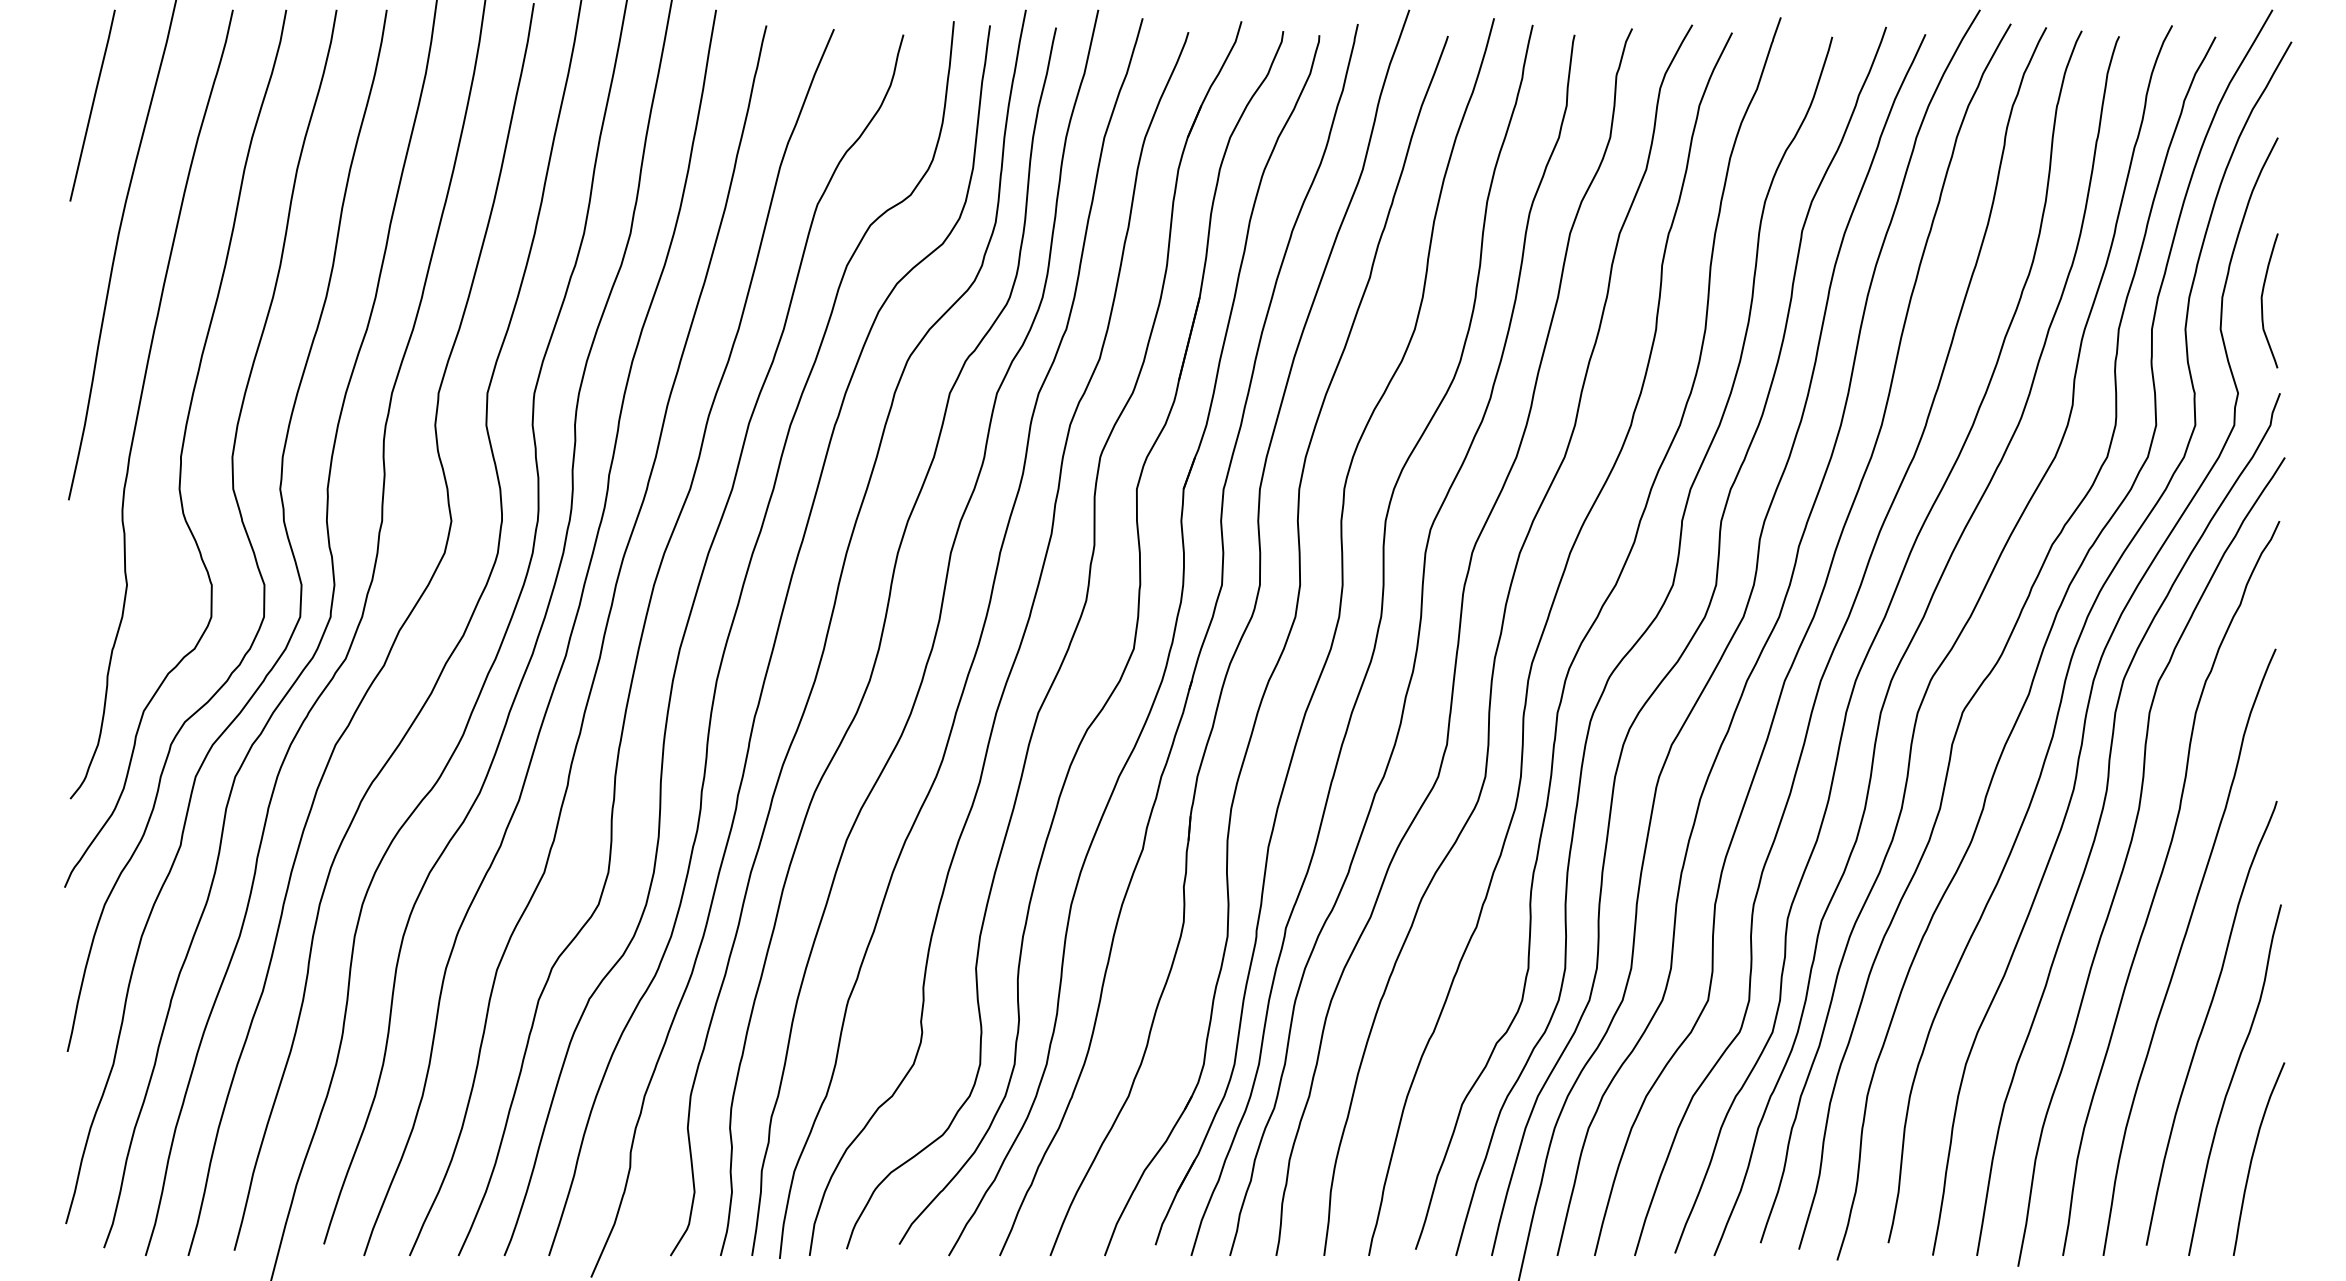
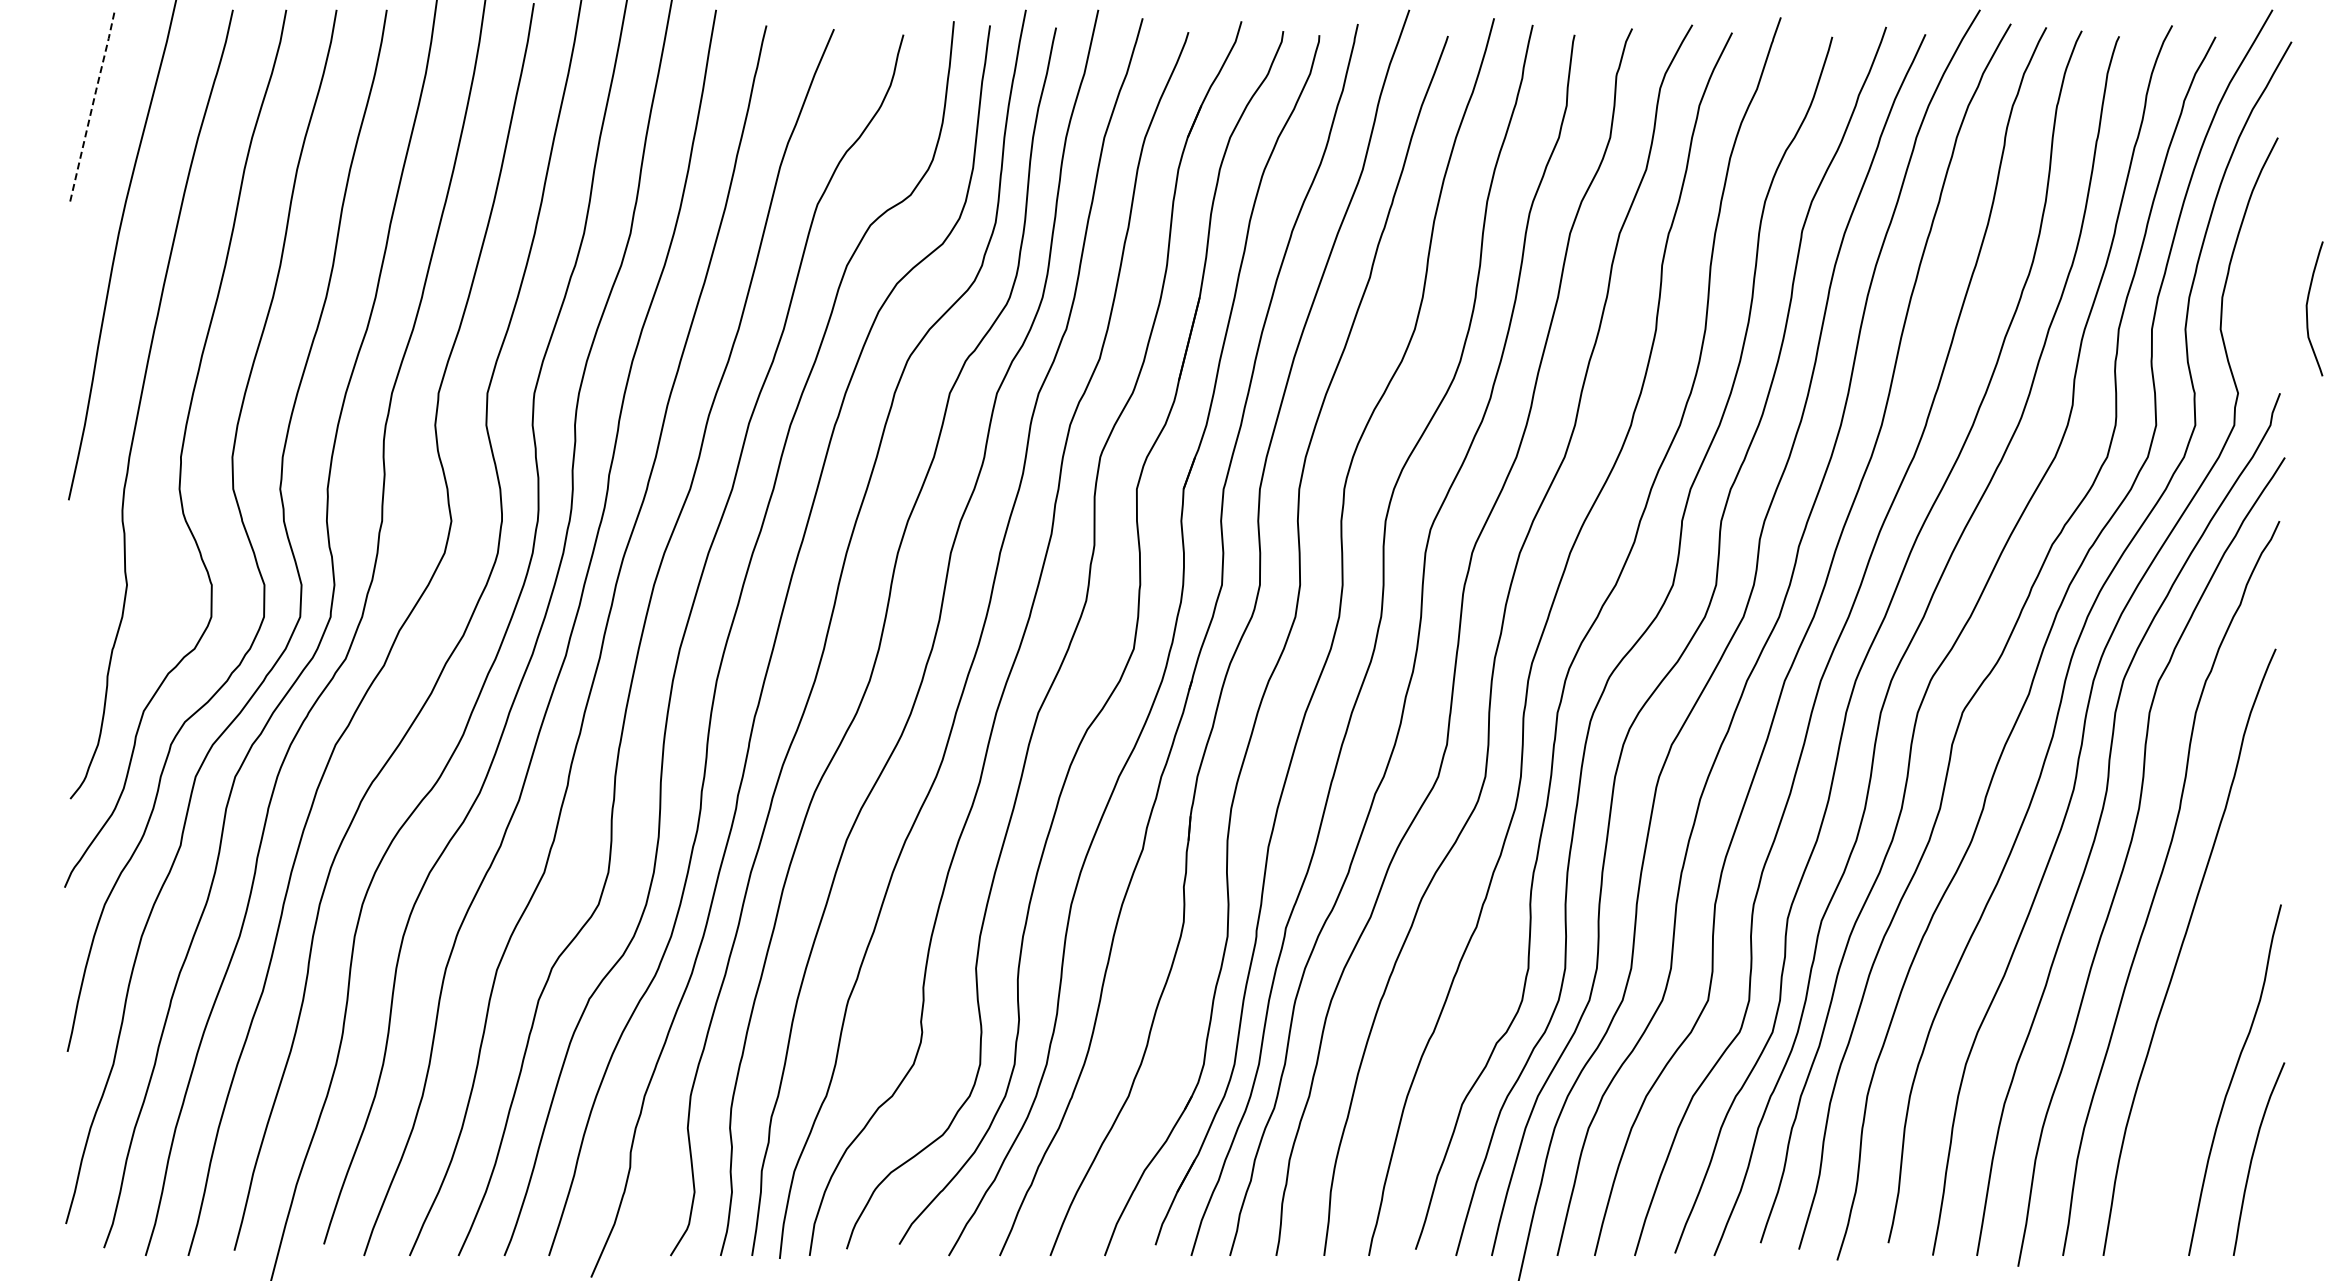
line at (92, 104): solid -> dashed
curve at (2262, 300) position: (2262, 300) -> (2307, 308)
curve at (2206, 1020): present -> none
